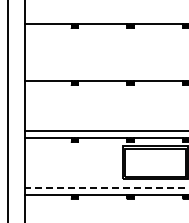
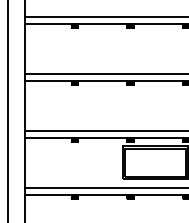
line at (104, 17): none -> present
line at (104, 73): none -> present
line at (106, 187): dashed -> solid
